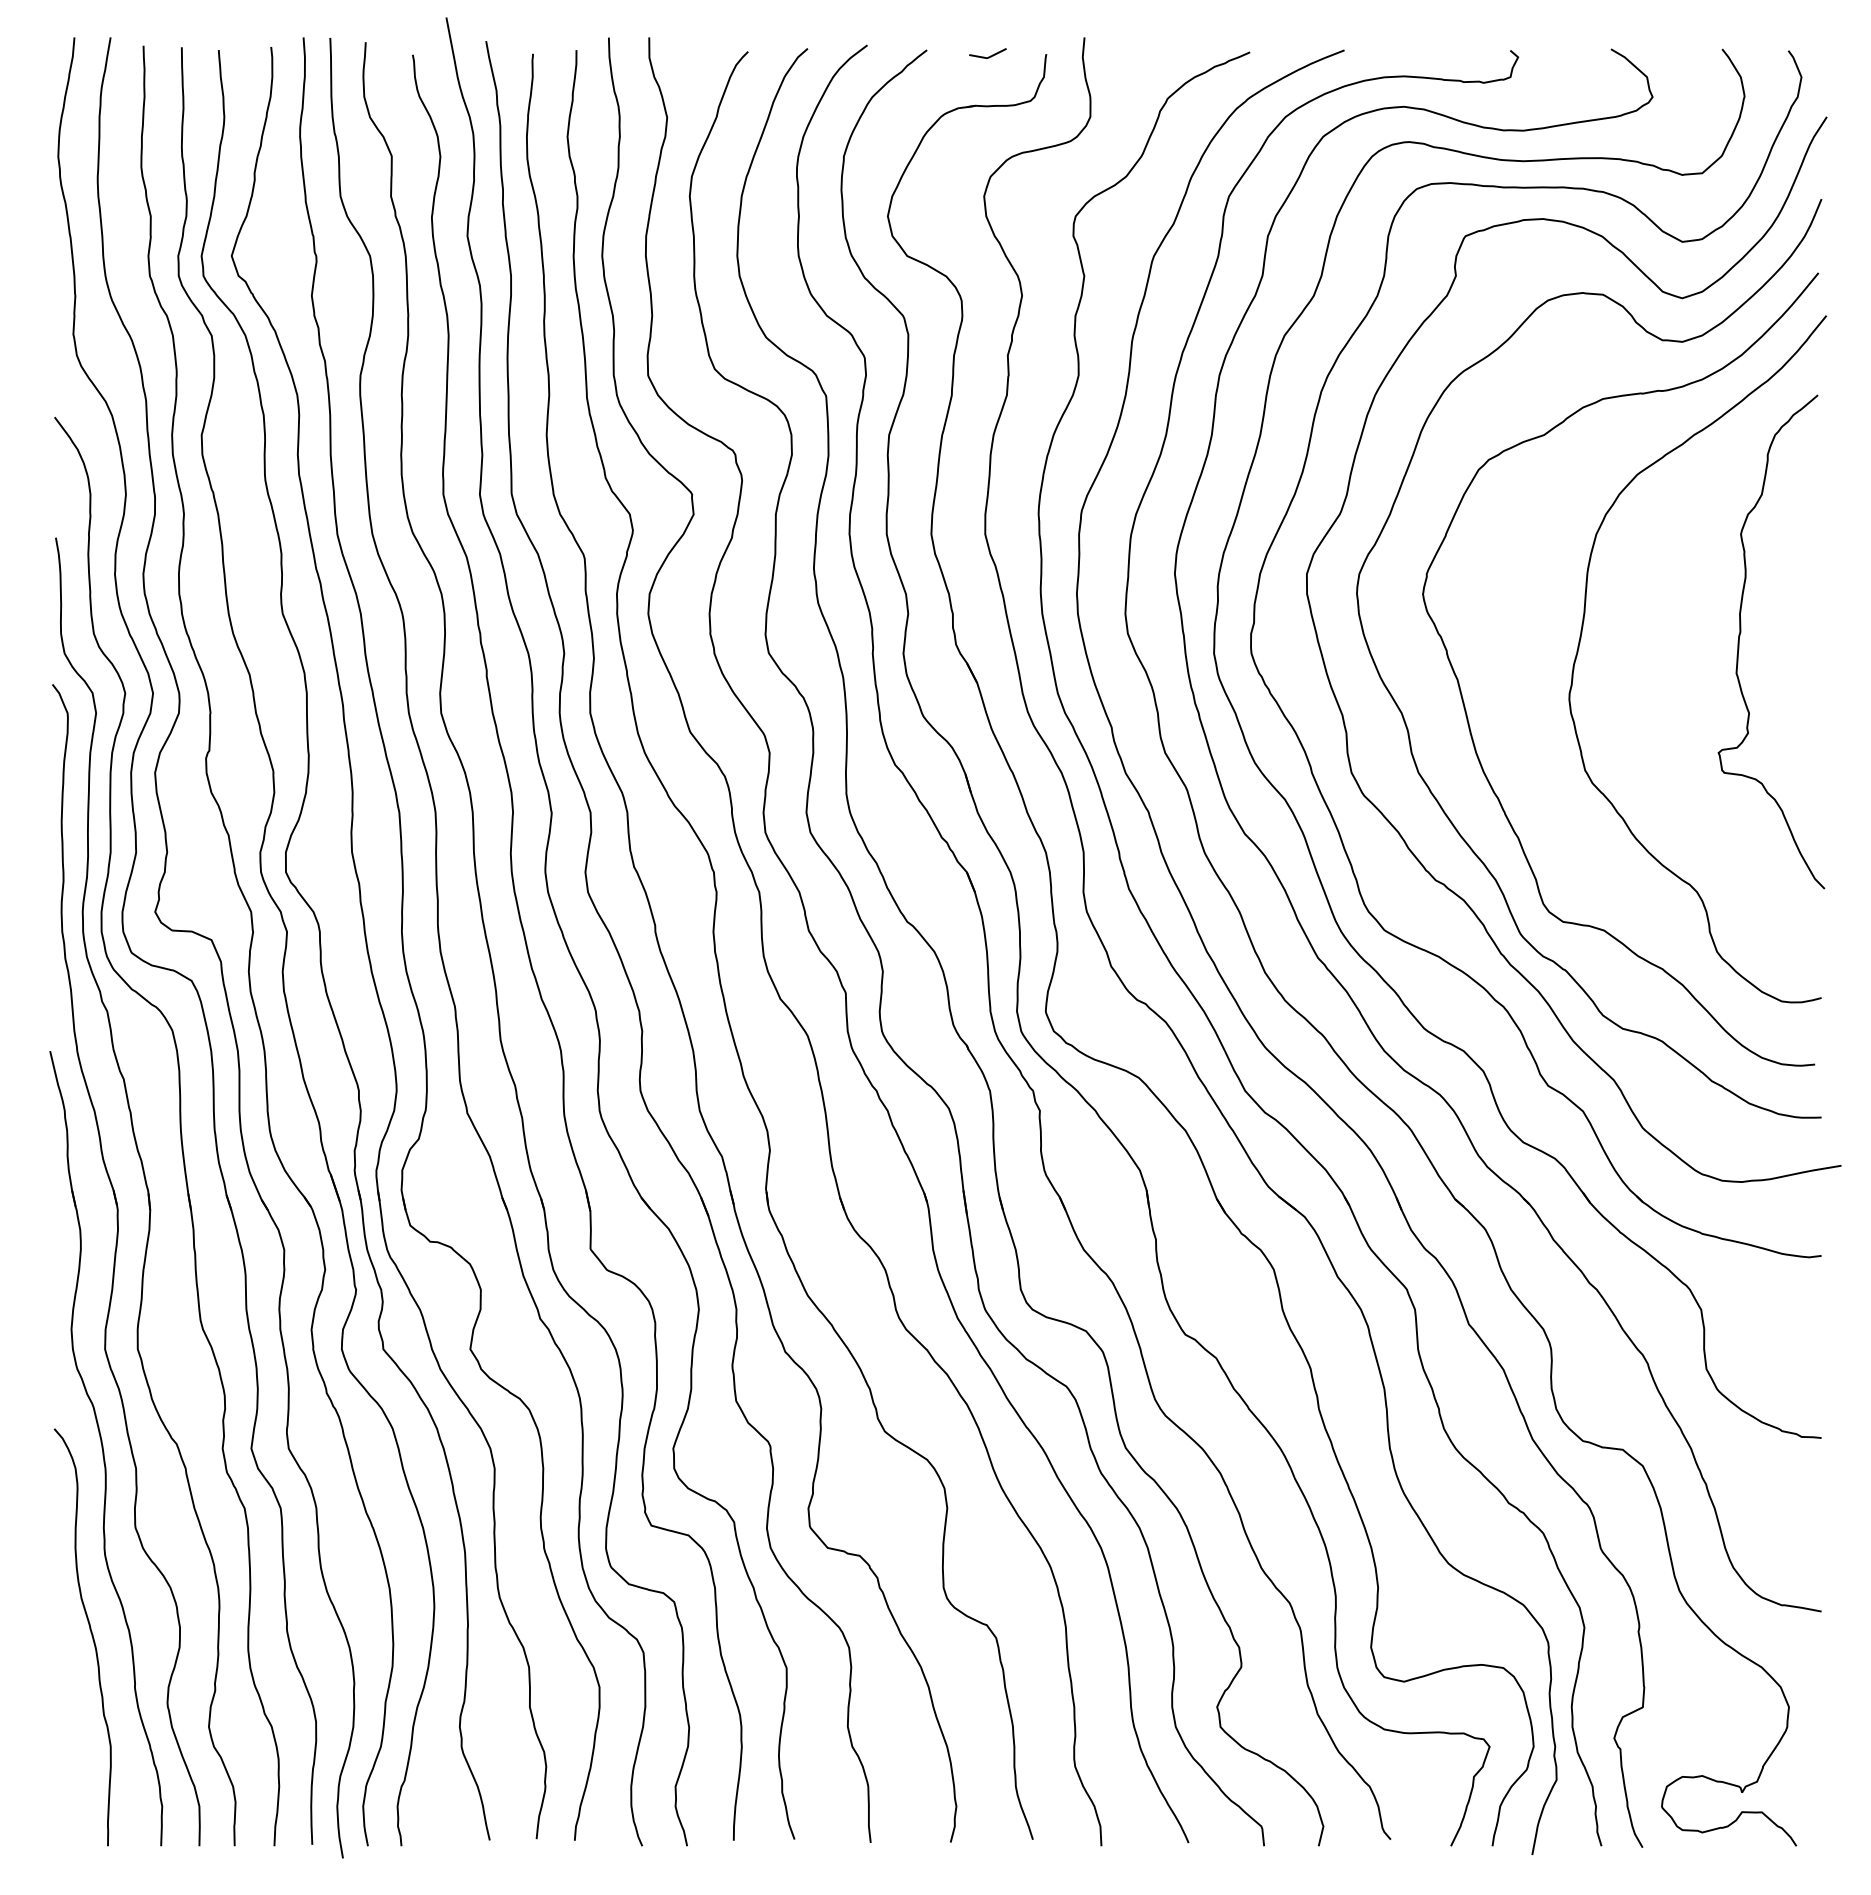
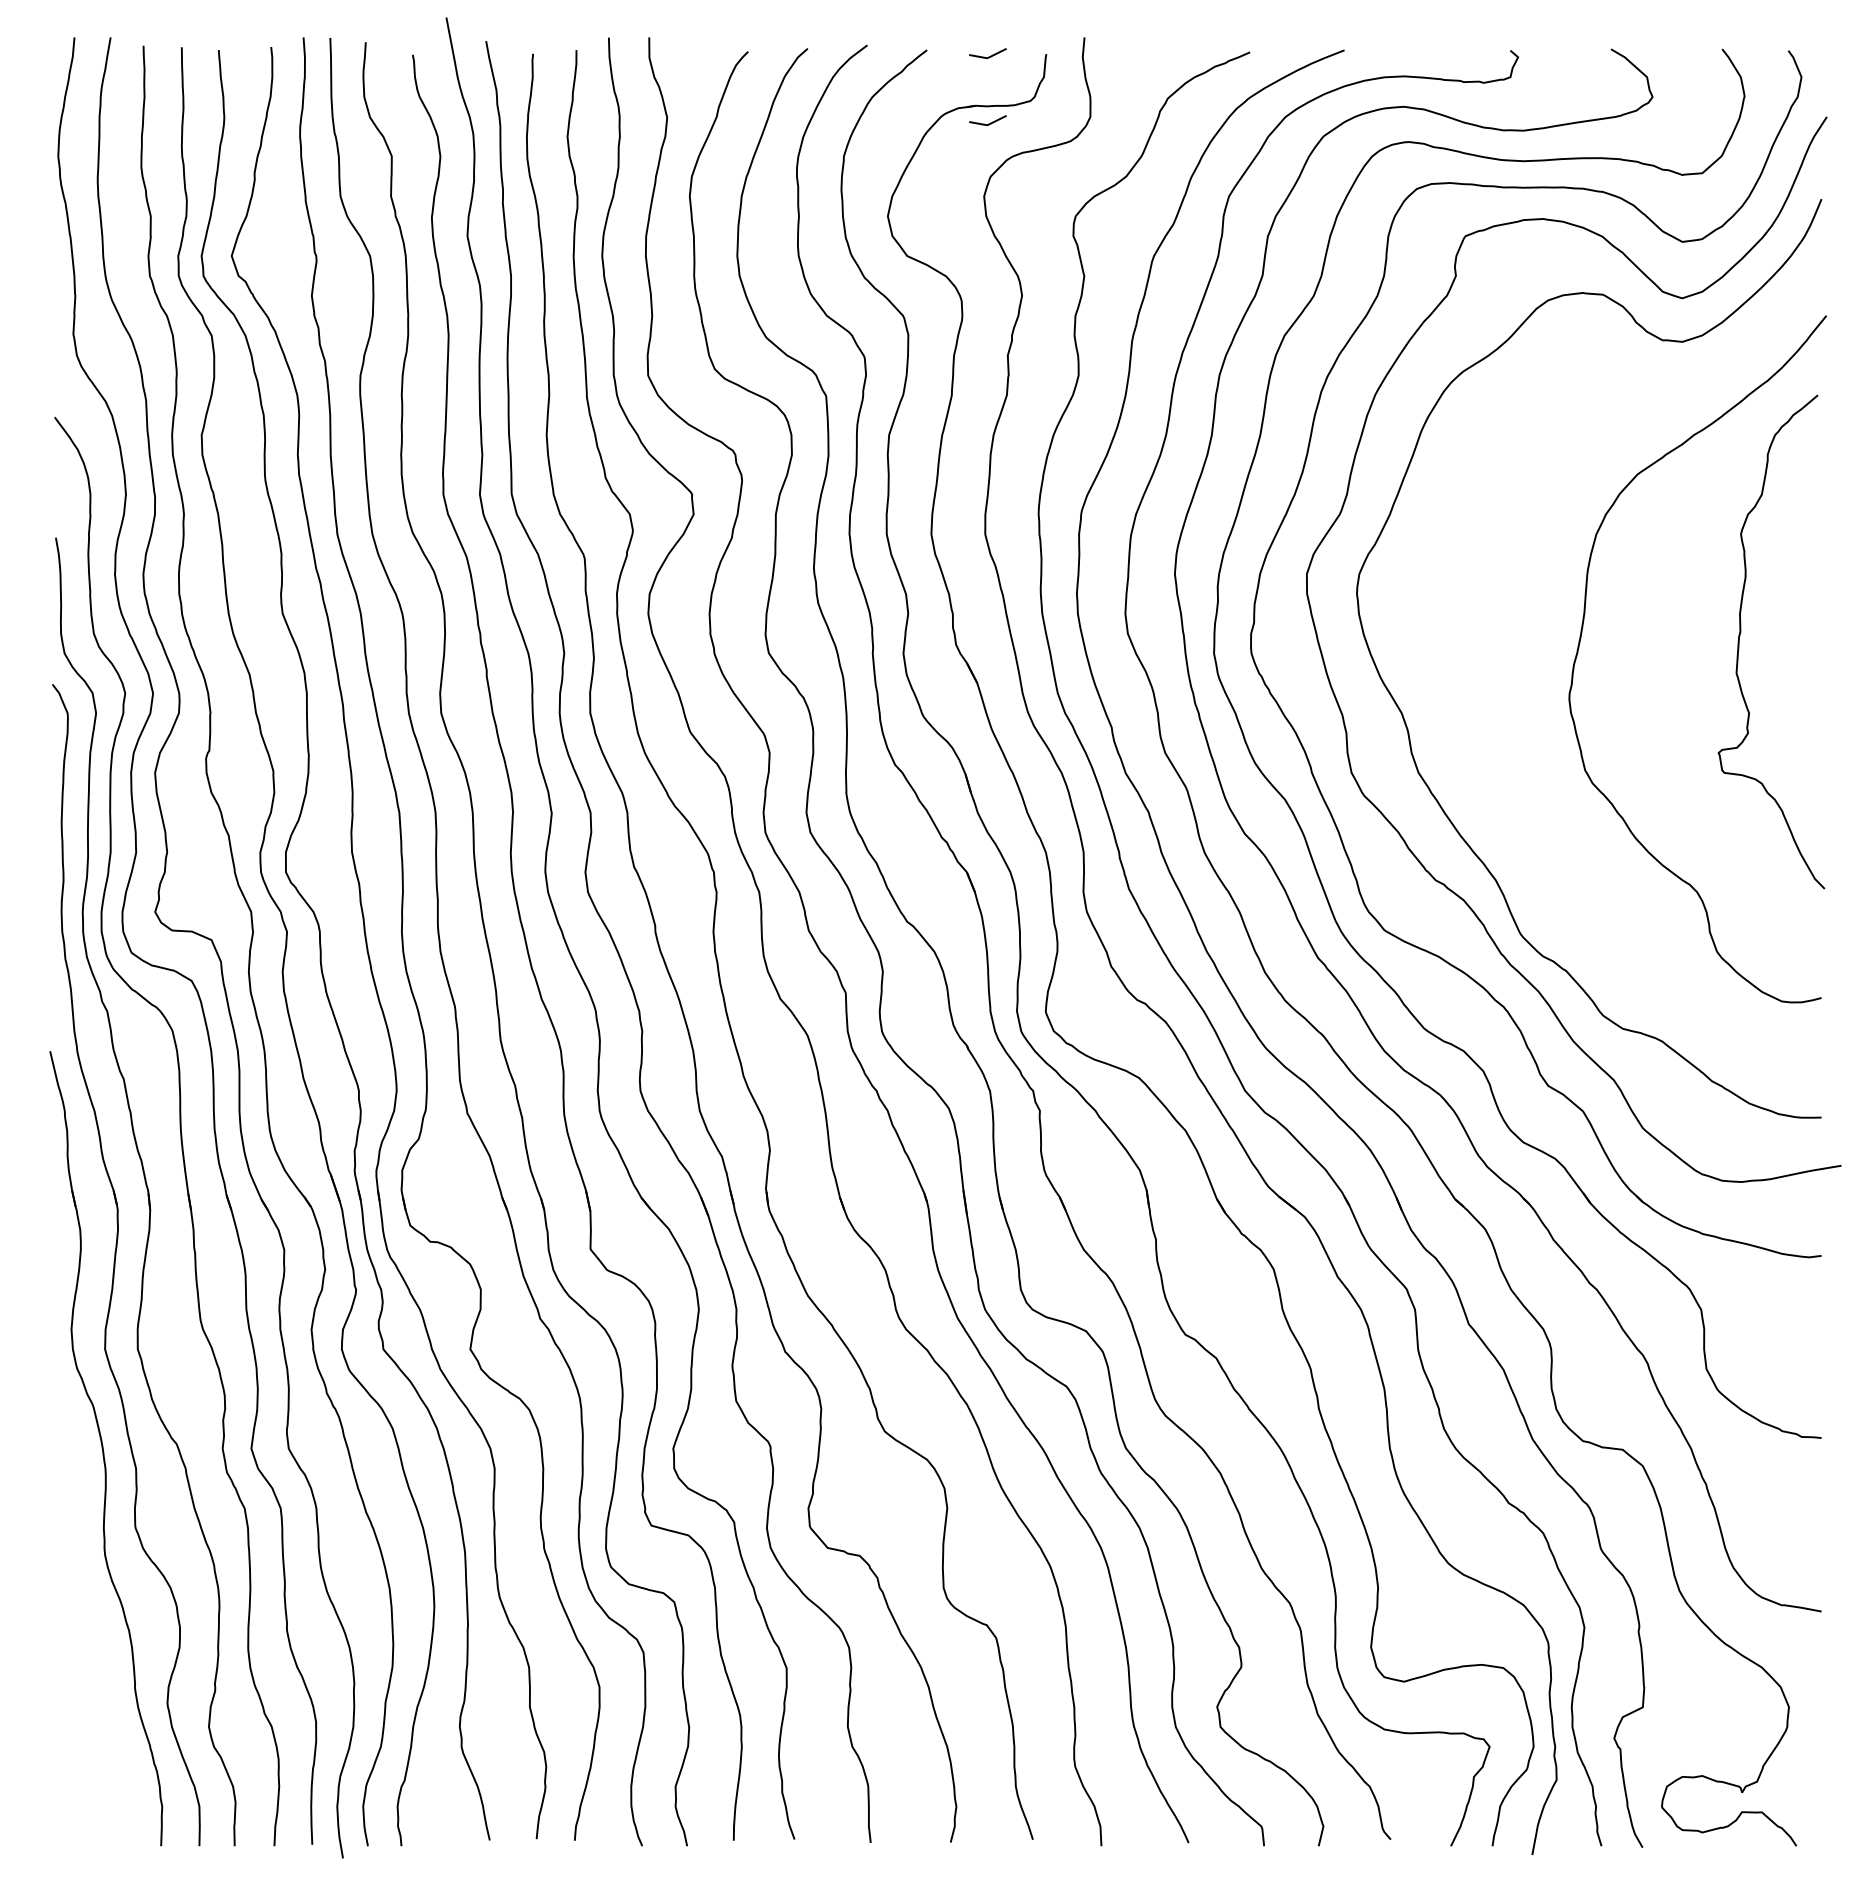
line at (988, 123): none -> present
curve at (1465, 706): present -> none
curve at (91, 1636): present -> none
